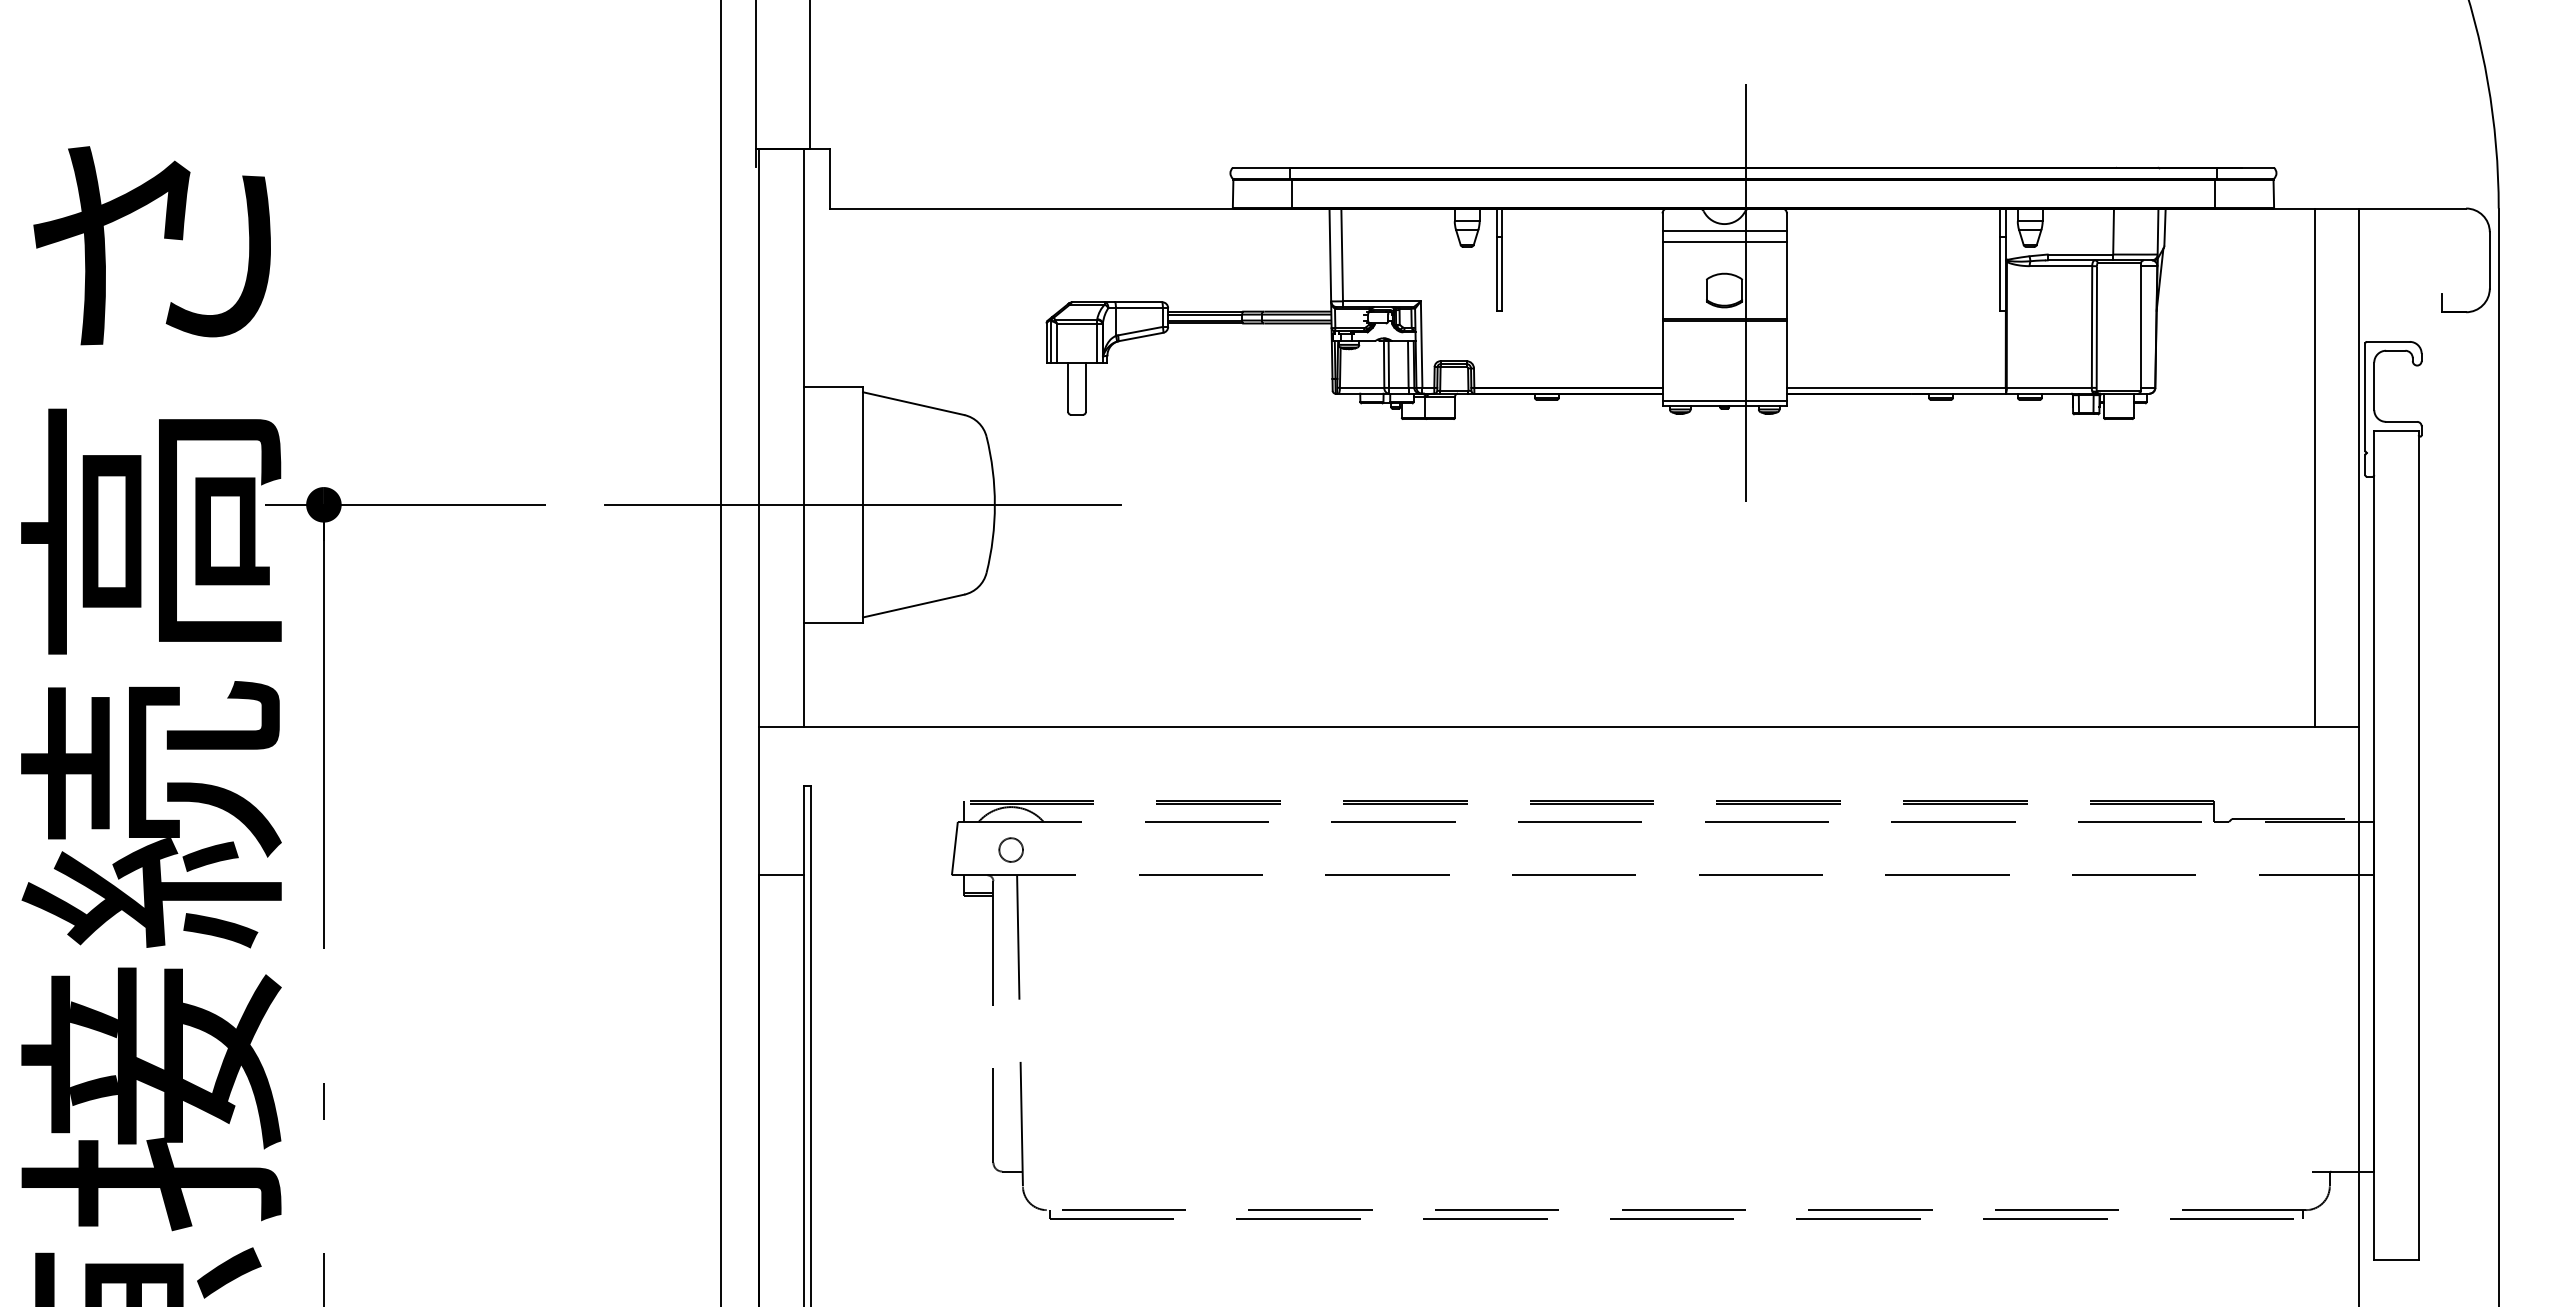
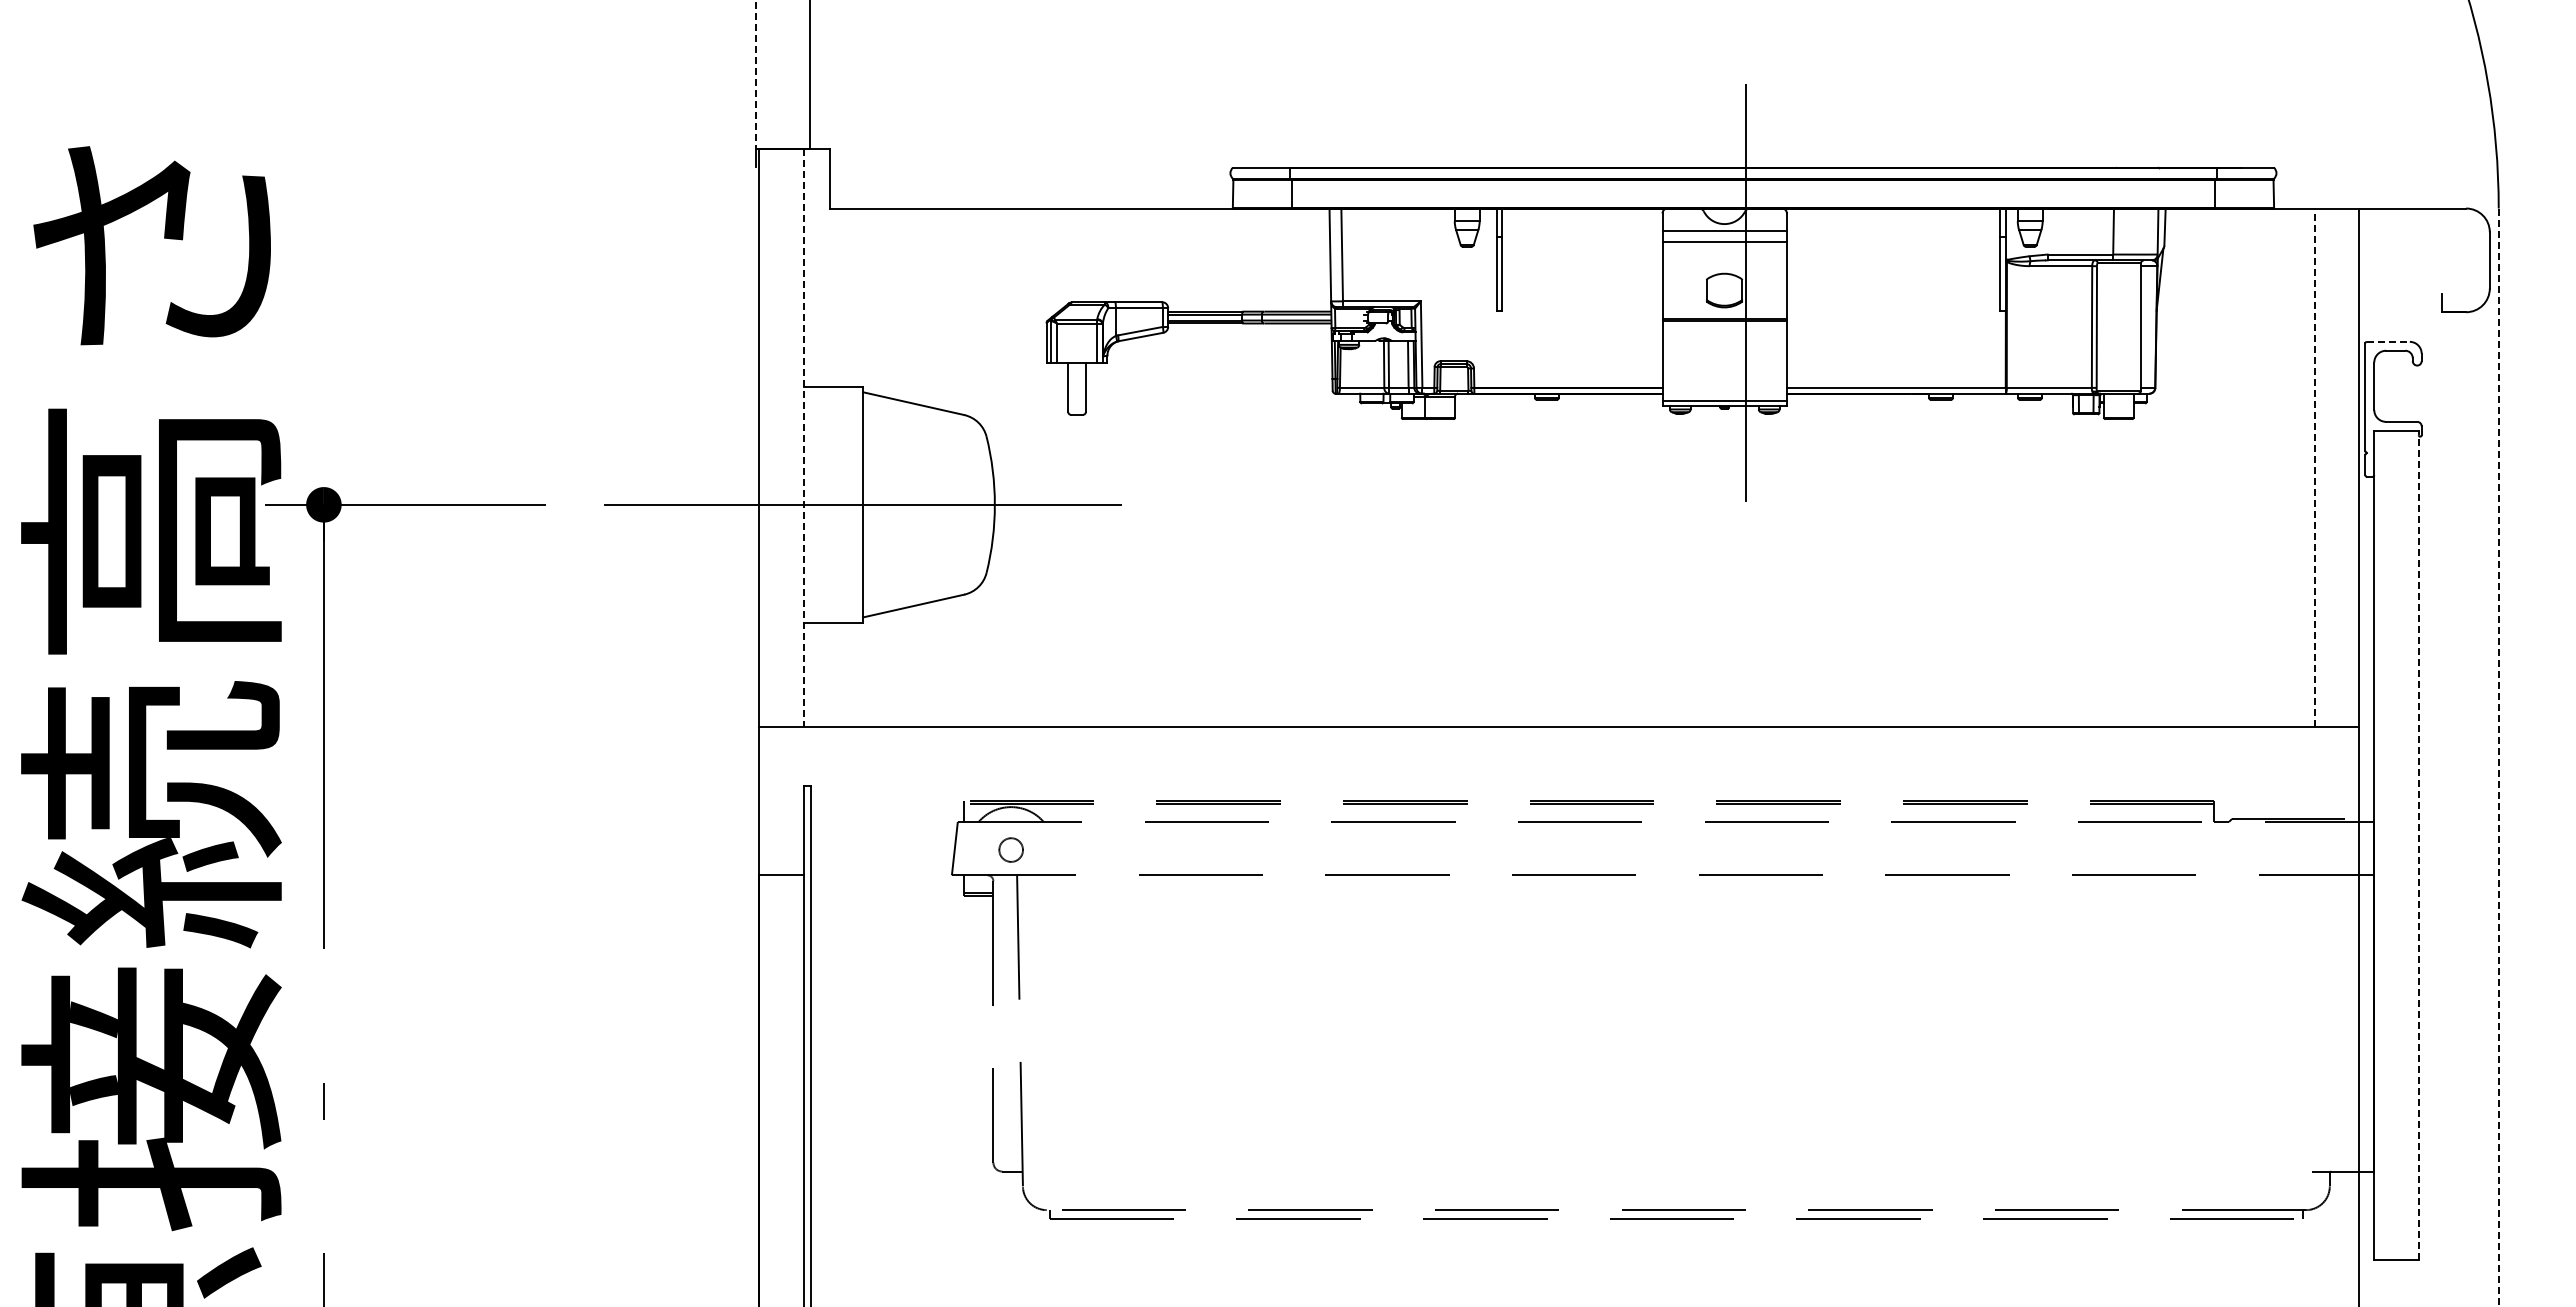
line at (756, 75): solid -> dashed
line at (2388, 341): solid -> dashed
line at (803, 438): solid -> dashed
line at (2315, 467): solid -> dashed
line at (720, 652): present -> none
line at (2498, 757): solid -> dashed
line at (2418, 845): solid -> dashed
